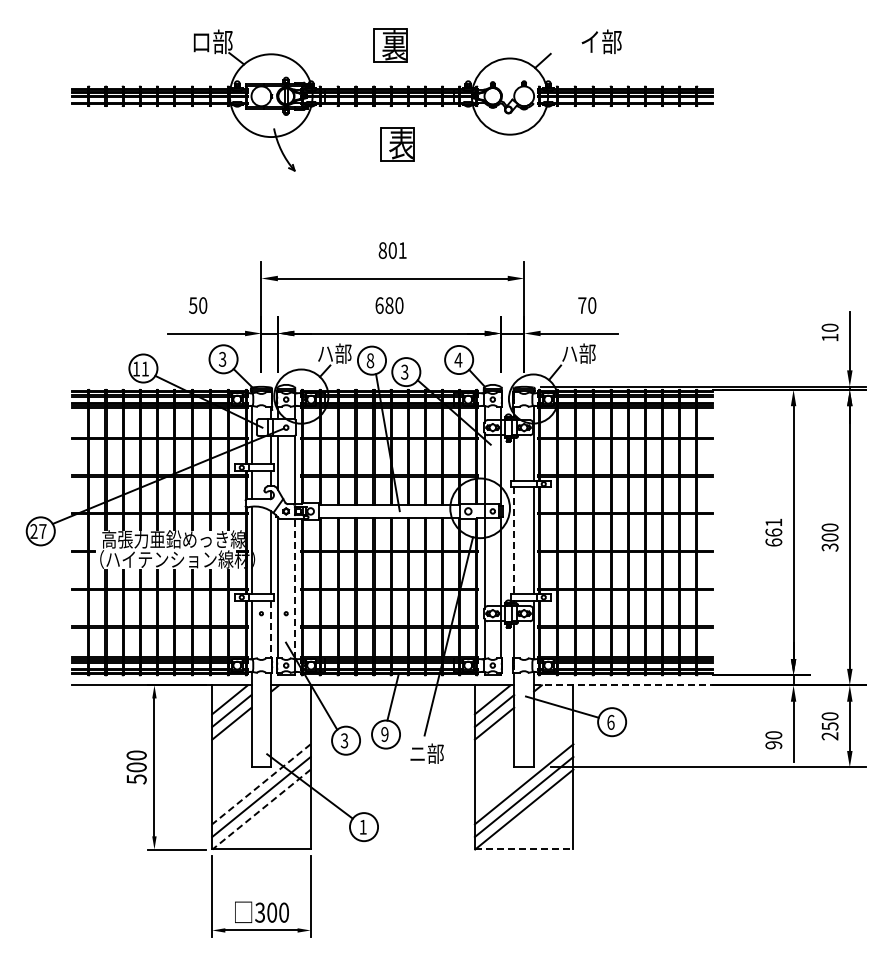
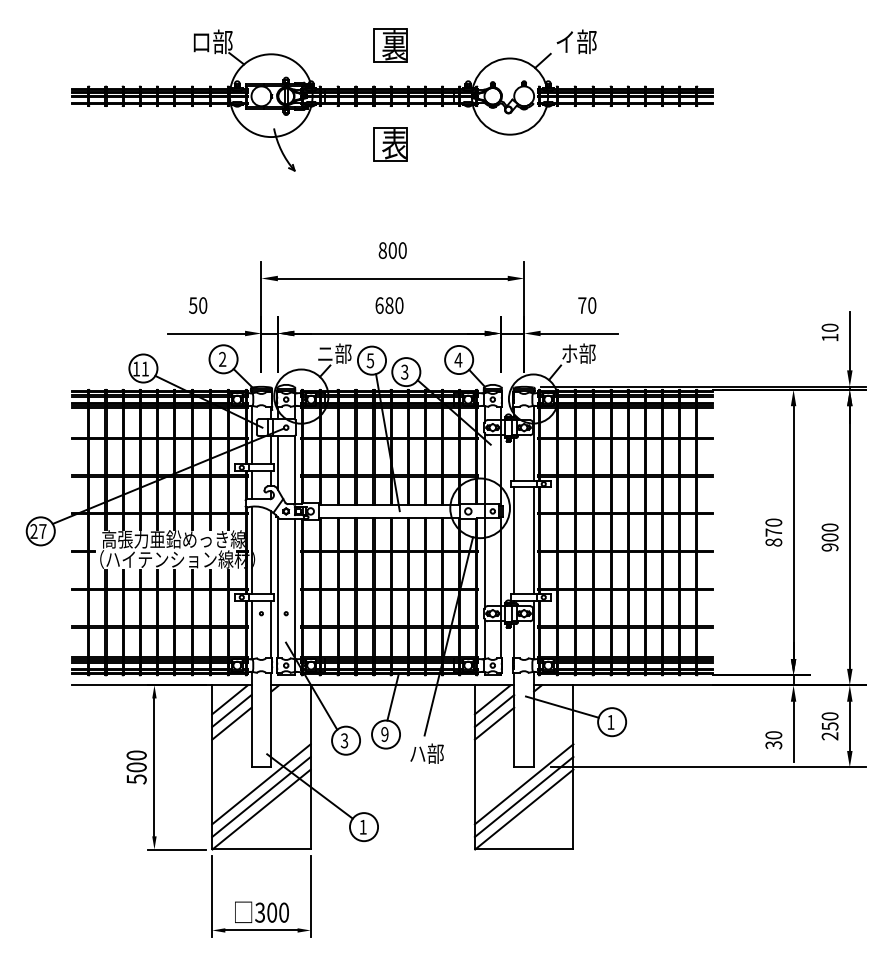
text at (601, 41) position: (601, 41) -> (576, 41)
part at (397, 144) position: (397, 144) -> (390, 144)
text at (402, 250): 801 -> 800
text at (325, 353): ハ部 -> ニ部
text at (569, 353): ハ部 -> ホ部
text at (222, 359): 3 -> 2
text at (370, 360): 8 -> 5
text at (773, 532): 661 -> 870
line at (514, 541): dashed -> solid
text at (830, 547): 300 -> 900
line at (294, 588): dashed -> solid
line at (271, 629): dashed -> solid
line at (623, 685): dashed -> solid
text at (610, 721): 6 -> 1
text at (773, 745): 90 -> 30
text at (417, 753): ニ部 -> ハ部
line at (261, 784): dashed -> solid
line at (261, 809): dashed -> solid
line at (524, 849): dashed -> solid
